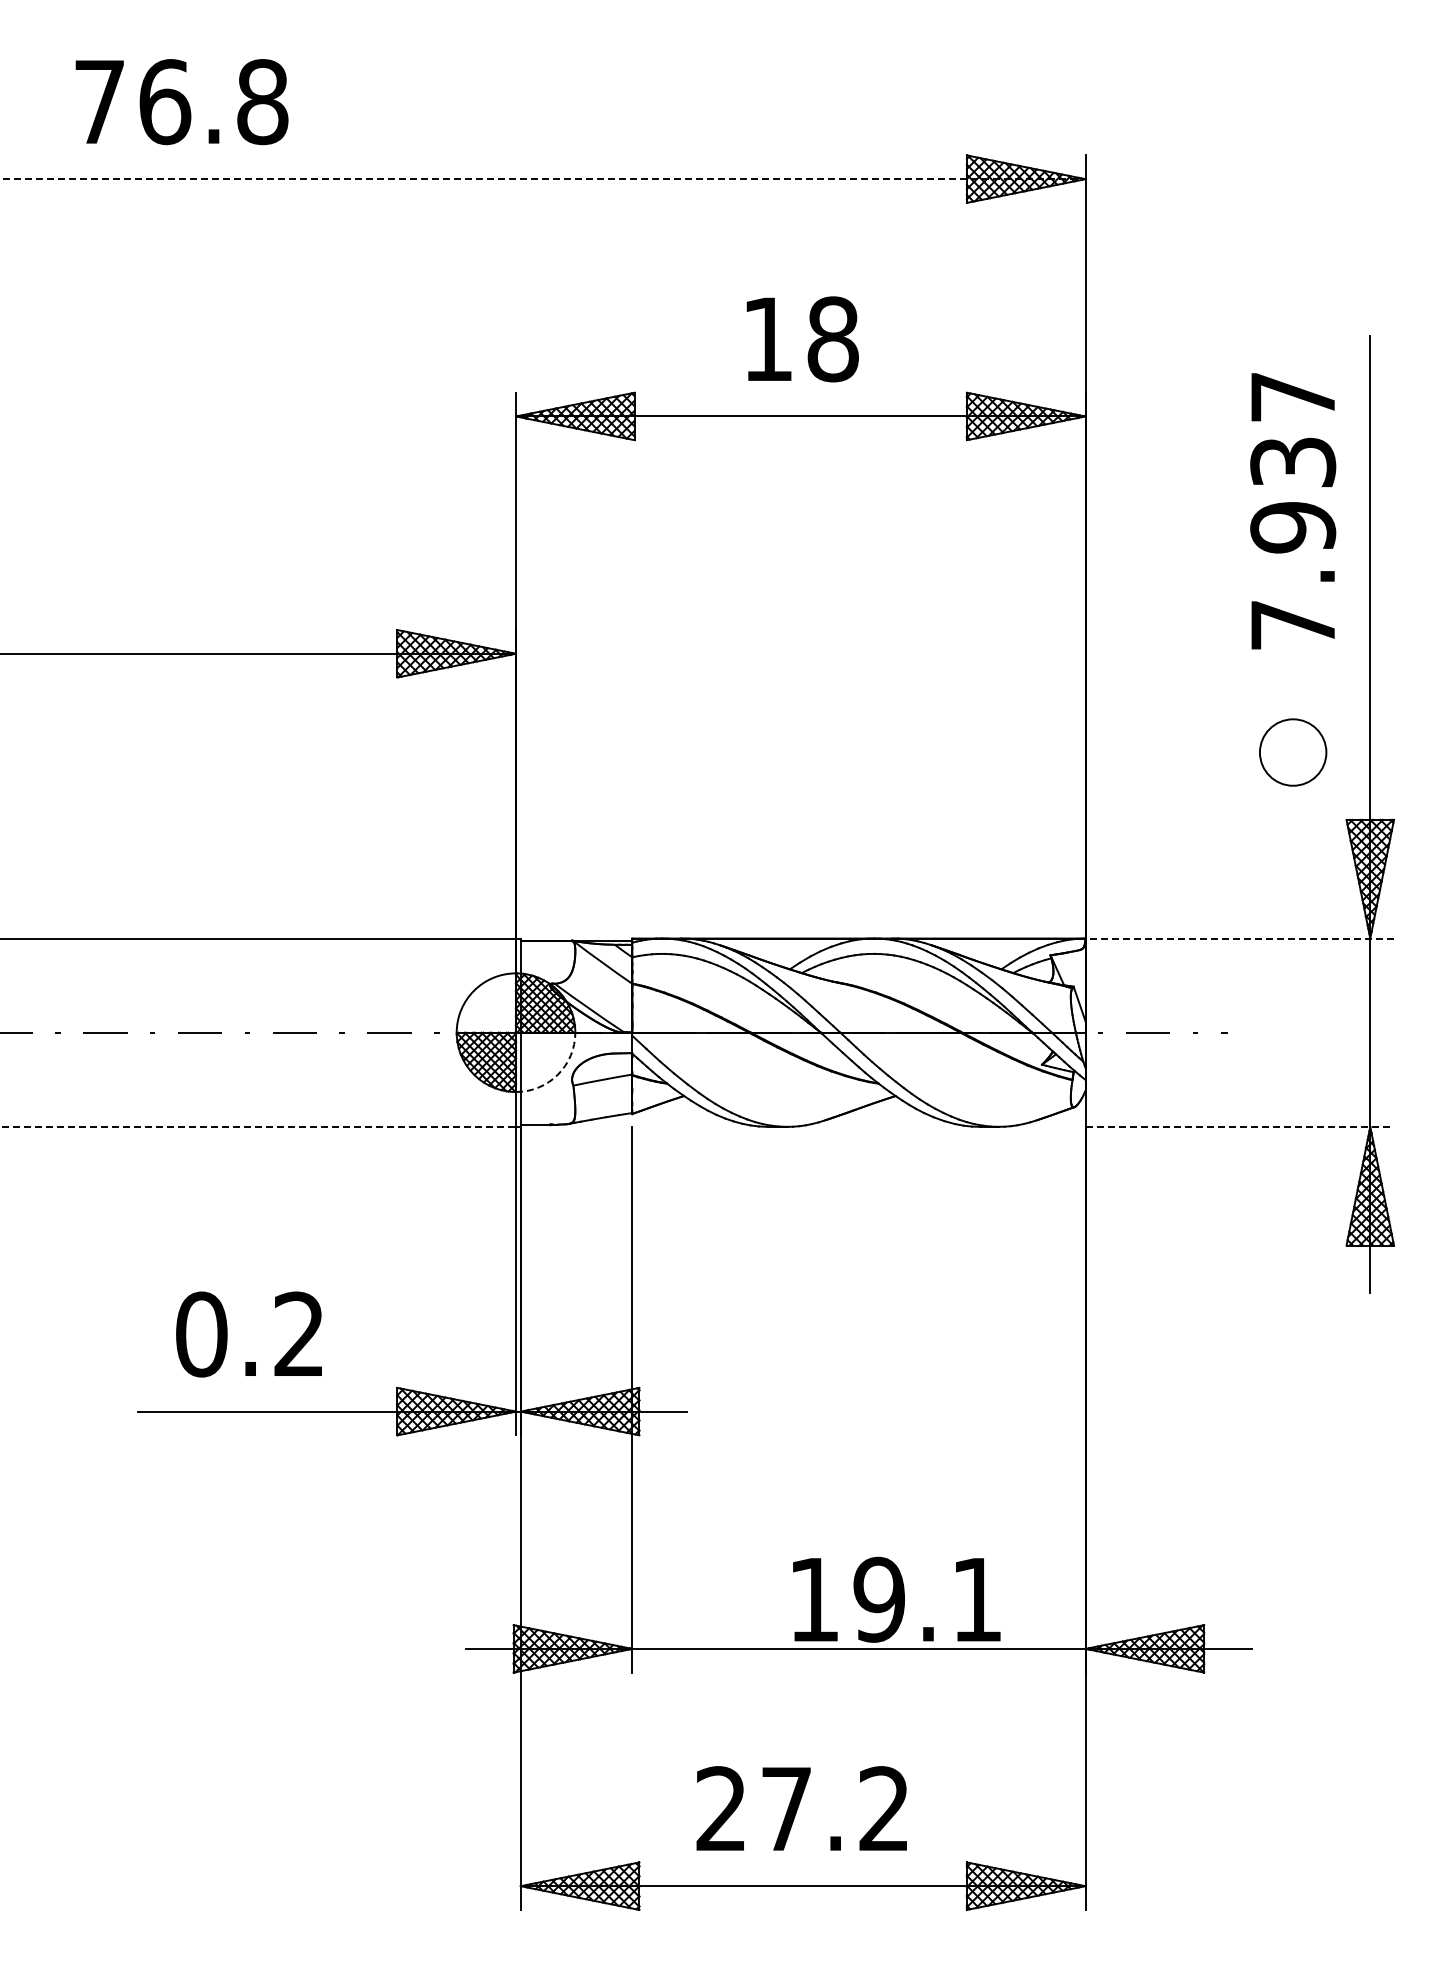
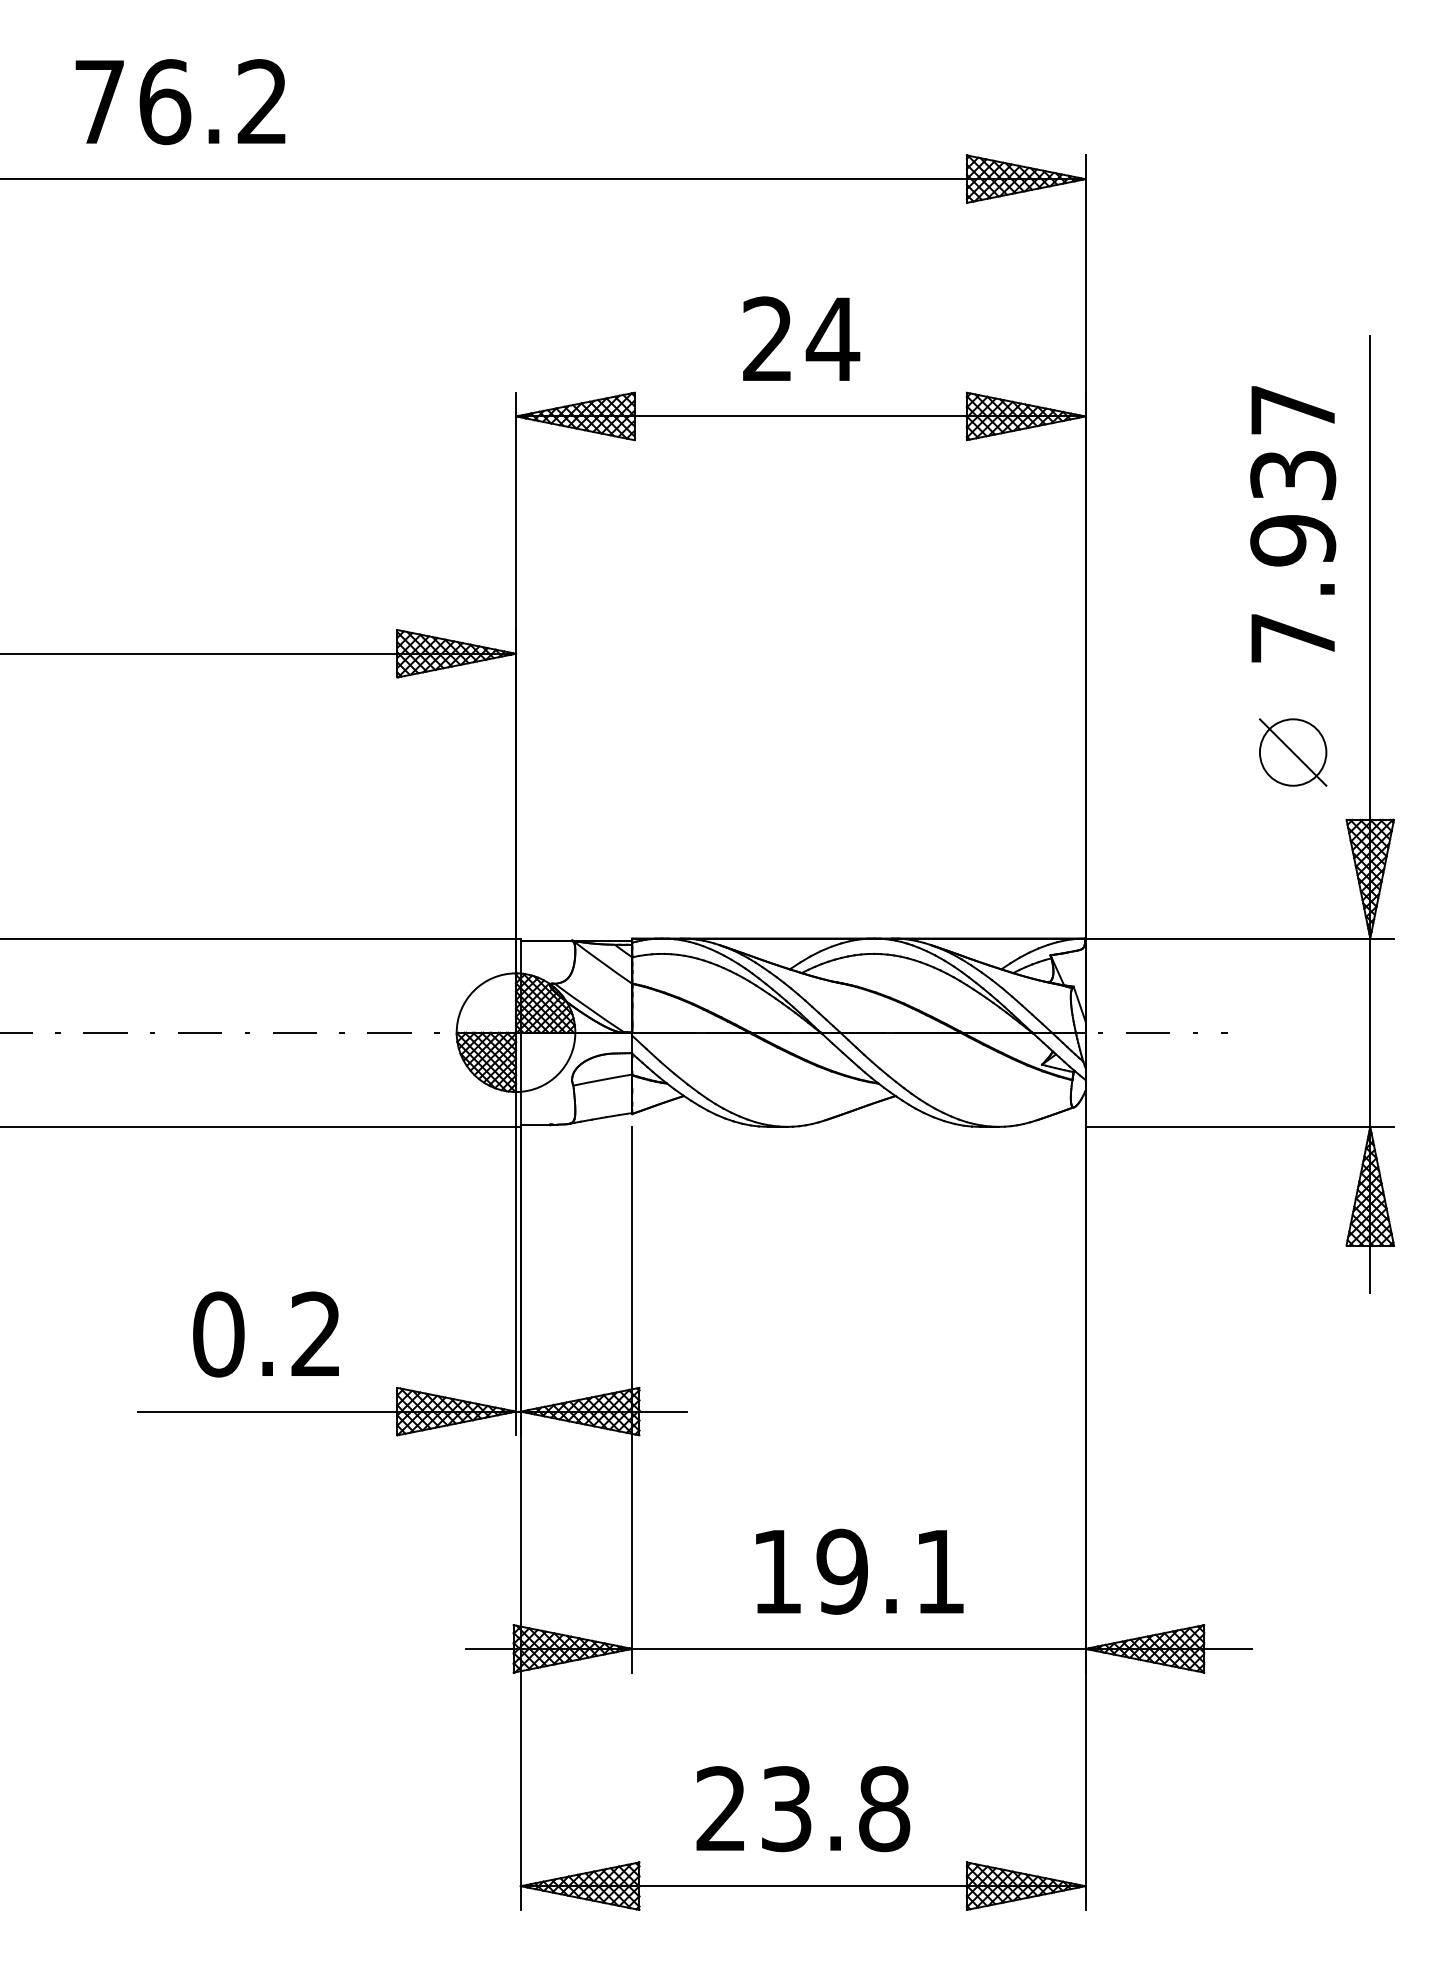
text at (262, 102): 76.8 -> 76.2
line at (542, 179): dashed -> solid
text at (801, 339): 18 -> 24
text at (1293, 511) position: (1293, 511) -> (1293, 524)
line at (1292, 752): none -> present
line at (1239, 938): dashed -> solid
arc at (557, 1074): dashed -> solid
line at (258, 1126): dashed -> solid
line at (1240, 1126): dashed -> solid
text at (248, 1334) position: (248, 1334) -> (265, 1334)
text at (896, 1599) position: (896, 1599) -> (859, 1571)
text at (836, 1809): 27.2 -> 23.8
